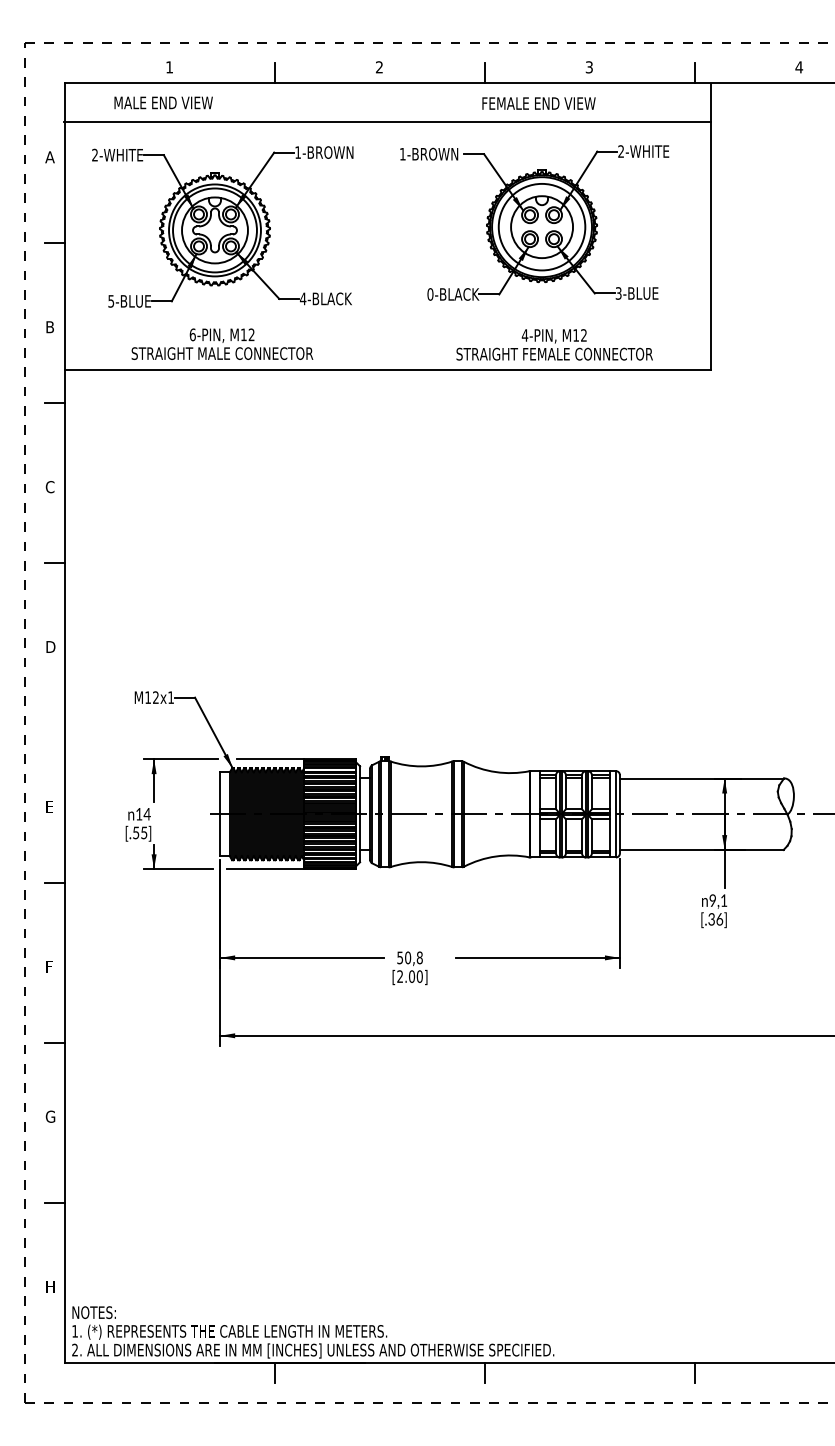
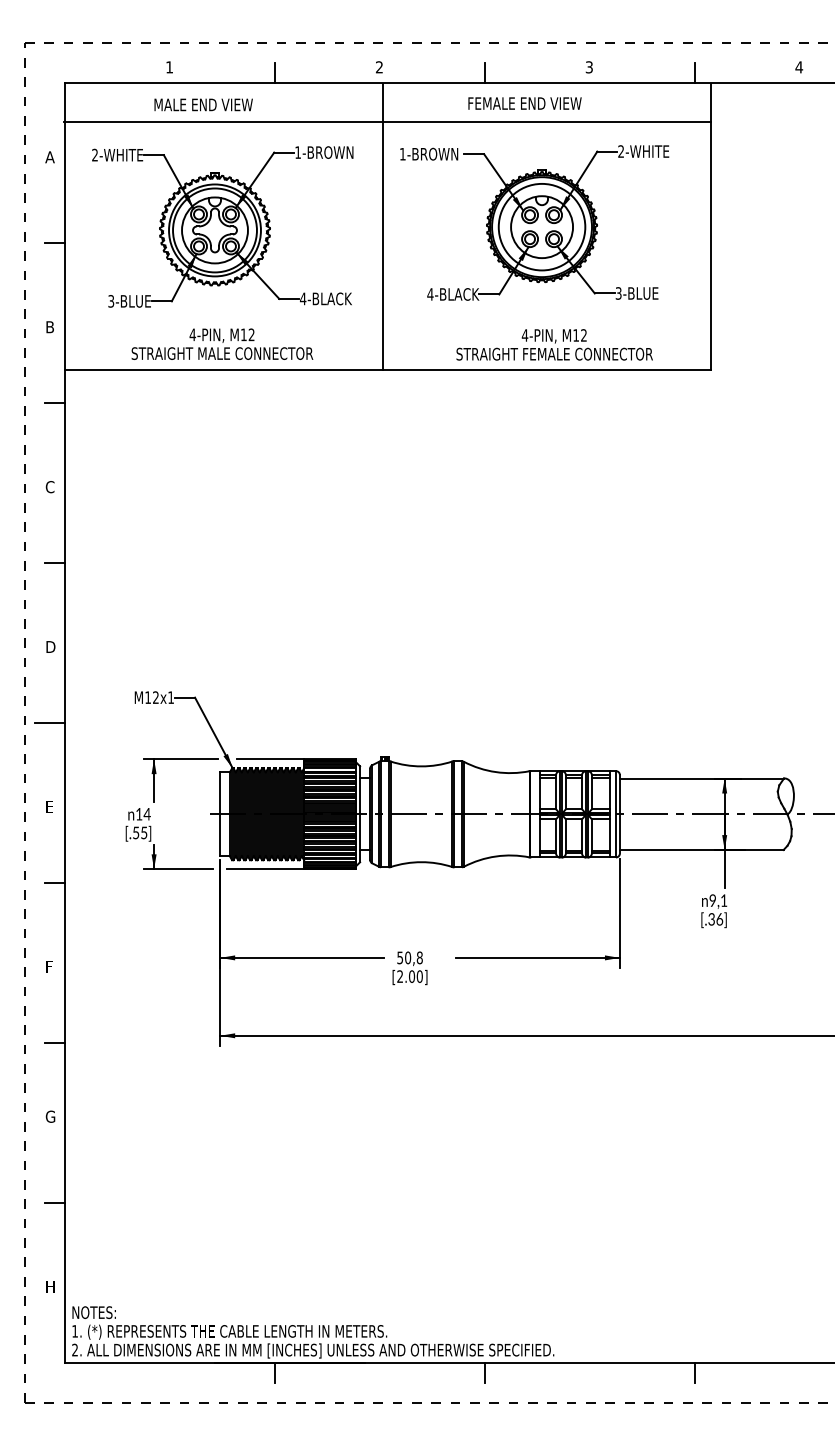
text at (163, 102) position: (163, 102) -> (203, 104)
text at (538, 103) position: (538, 103) -> (524, 103)
line at (383, 226): none -> present
text at (430, 294): 0-BLACK -> 4-BLACK
text at (111, 300): 5-BLUE -> 3-BLUE
text at (192, 334): 6-PIN, -> 4-PIN,
line at (49, 723): none -> present
